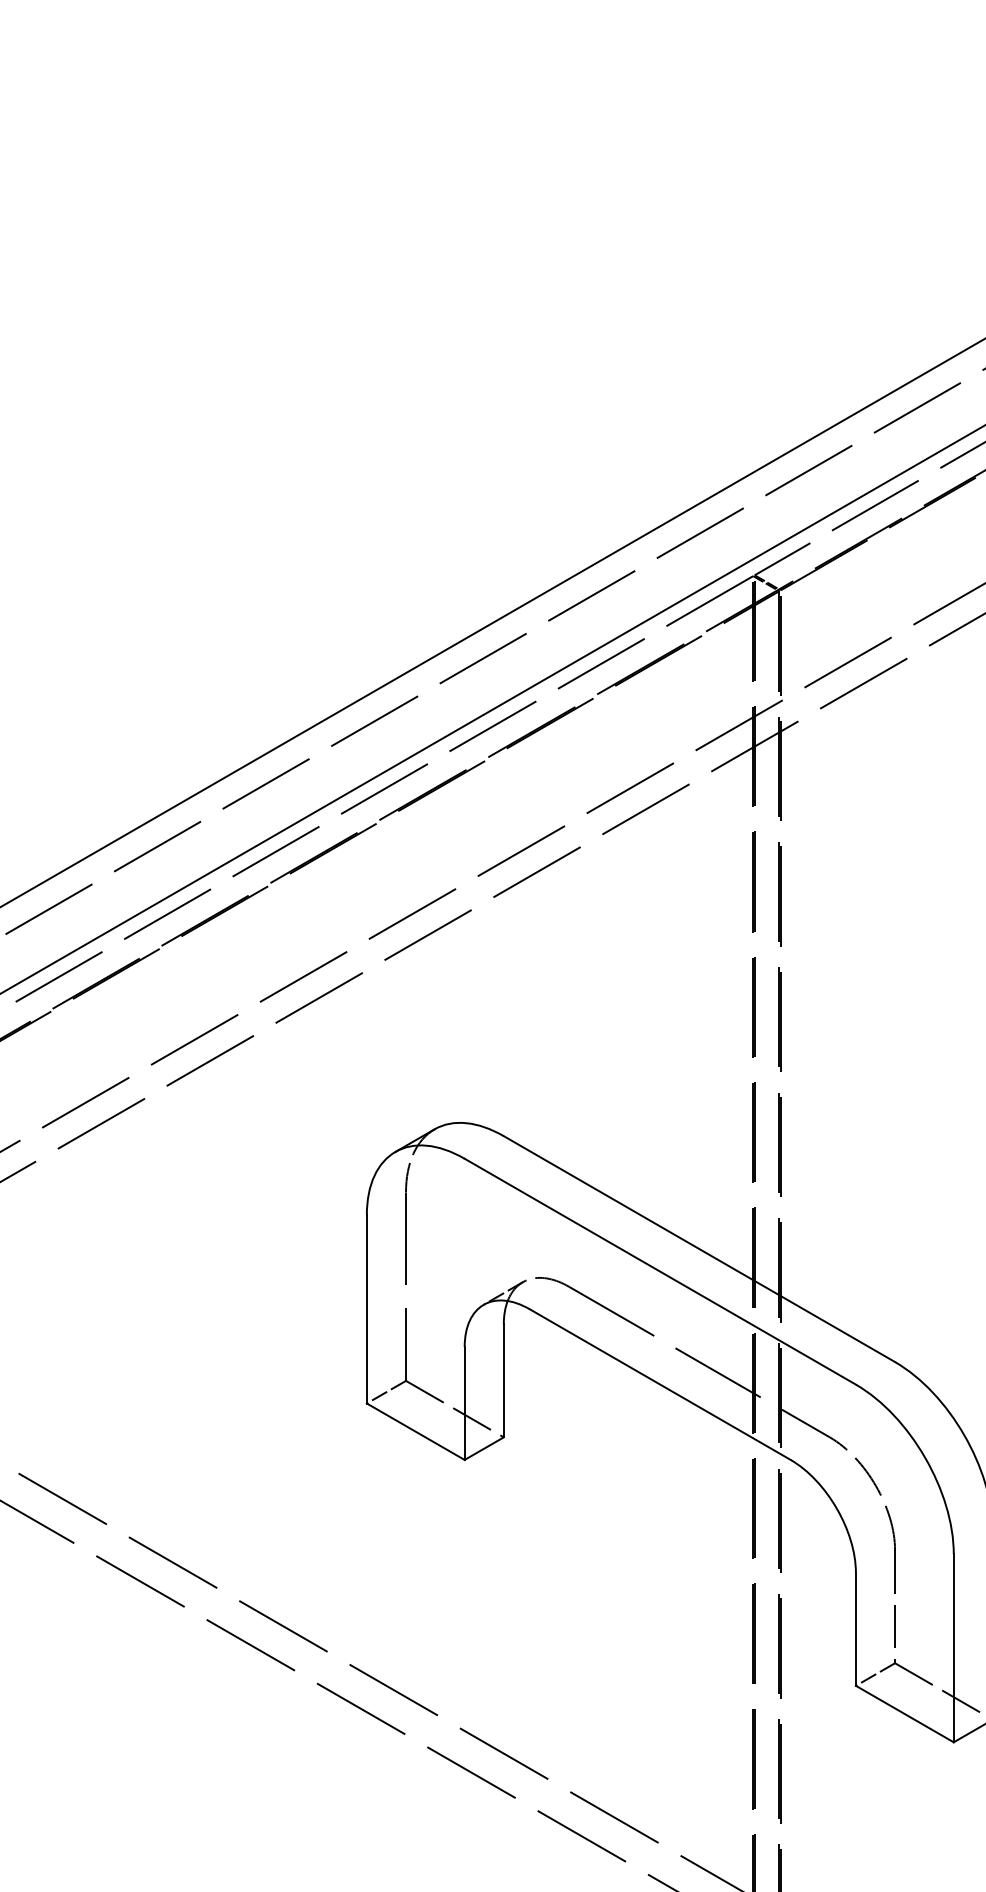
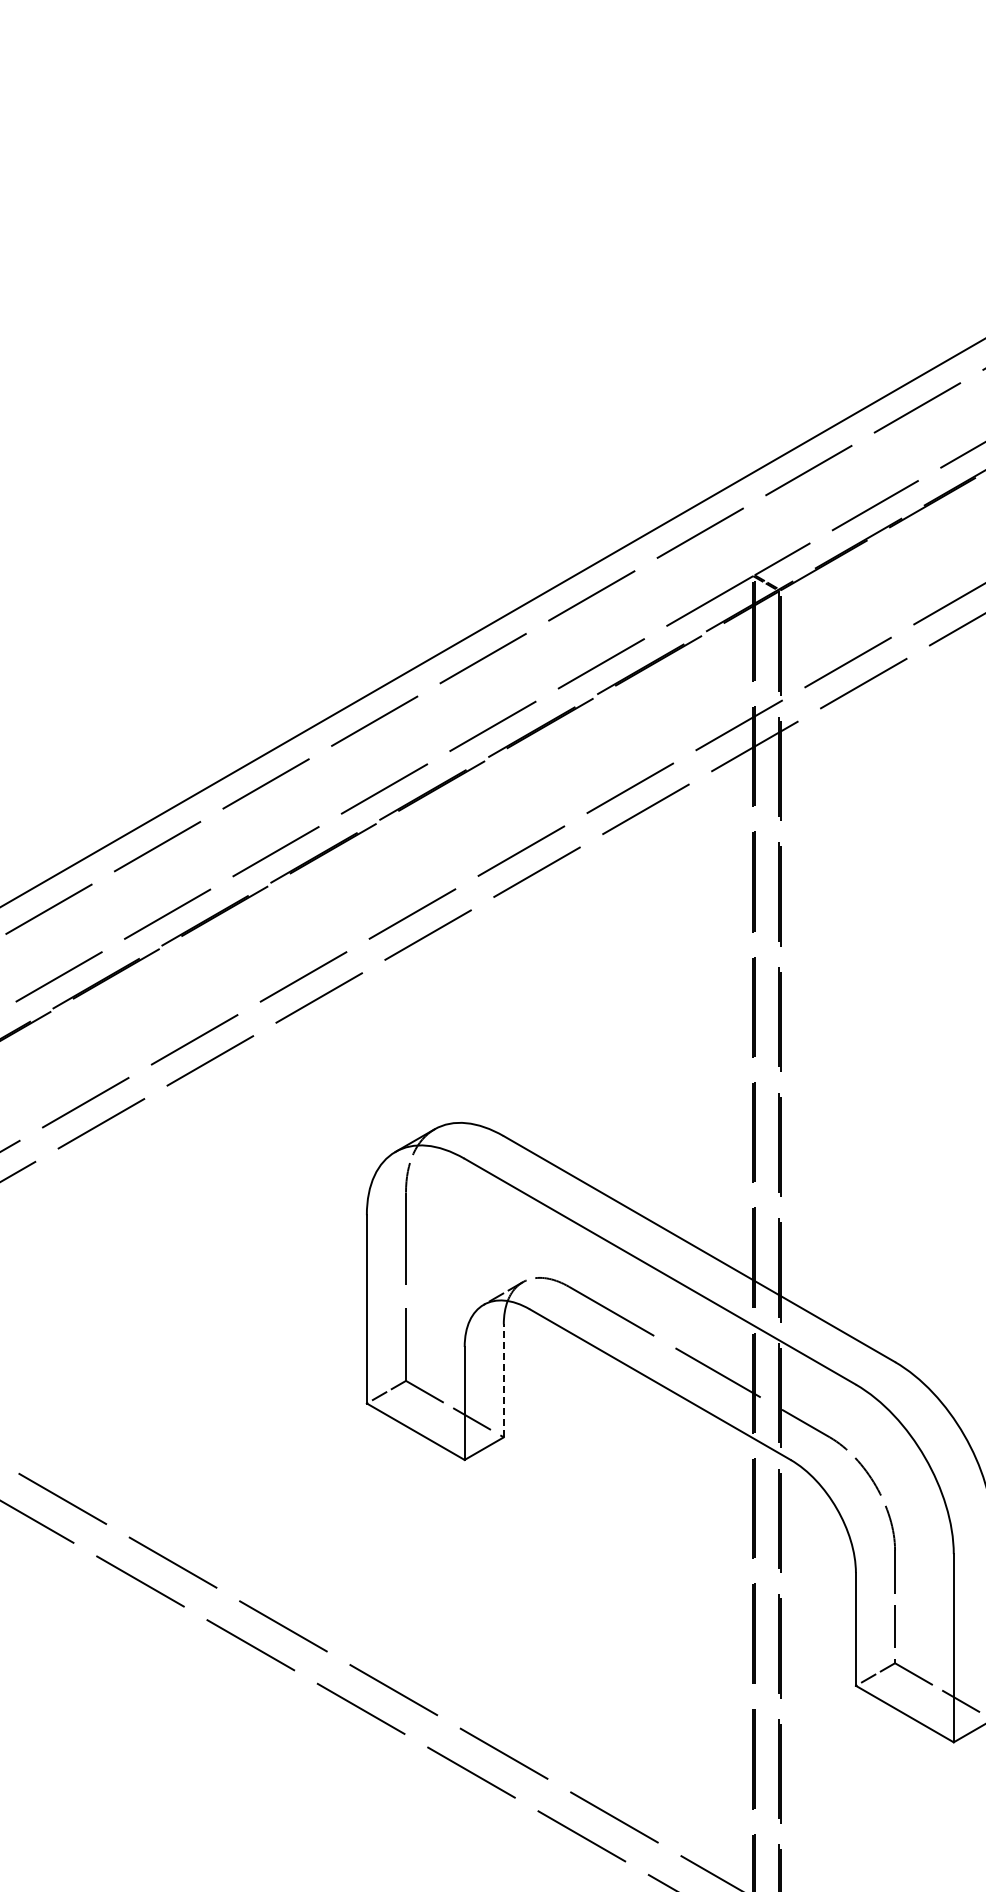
line at (492, 709): present -> none
line at (503, 1380): solid -> dashed
